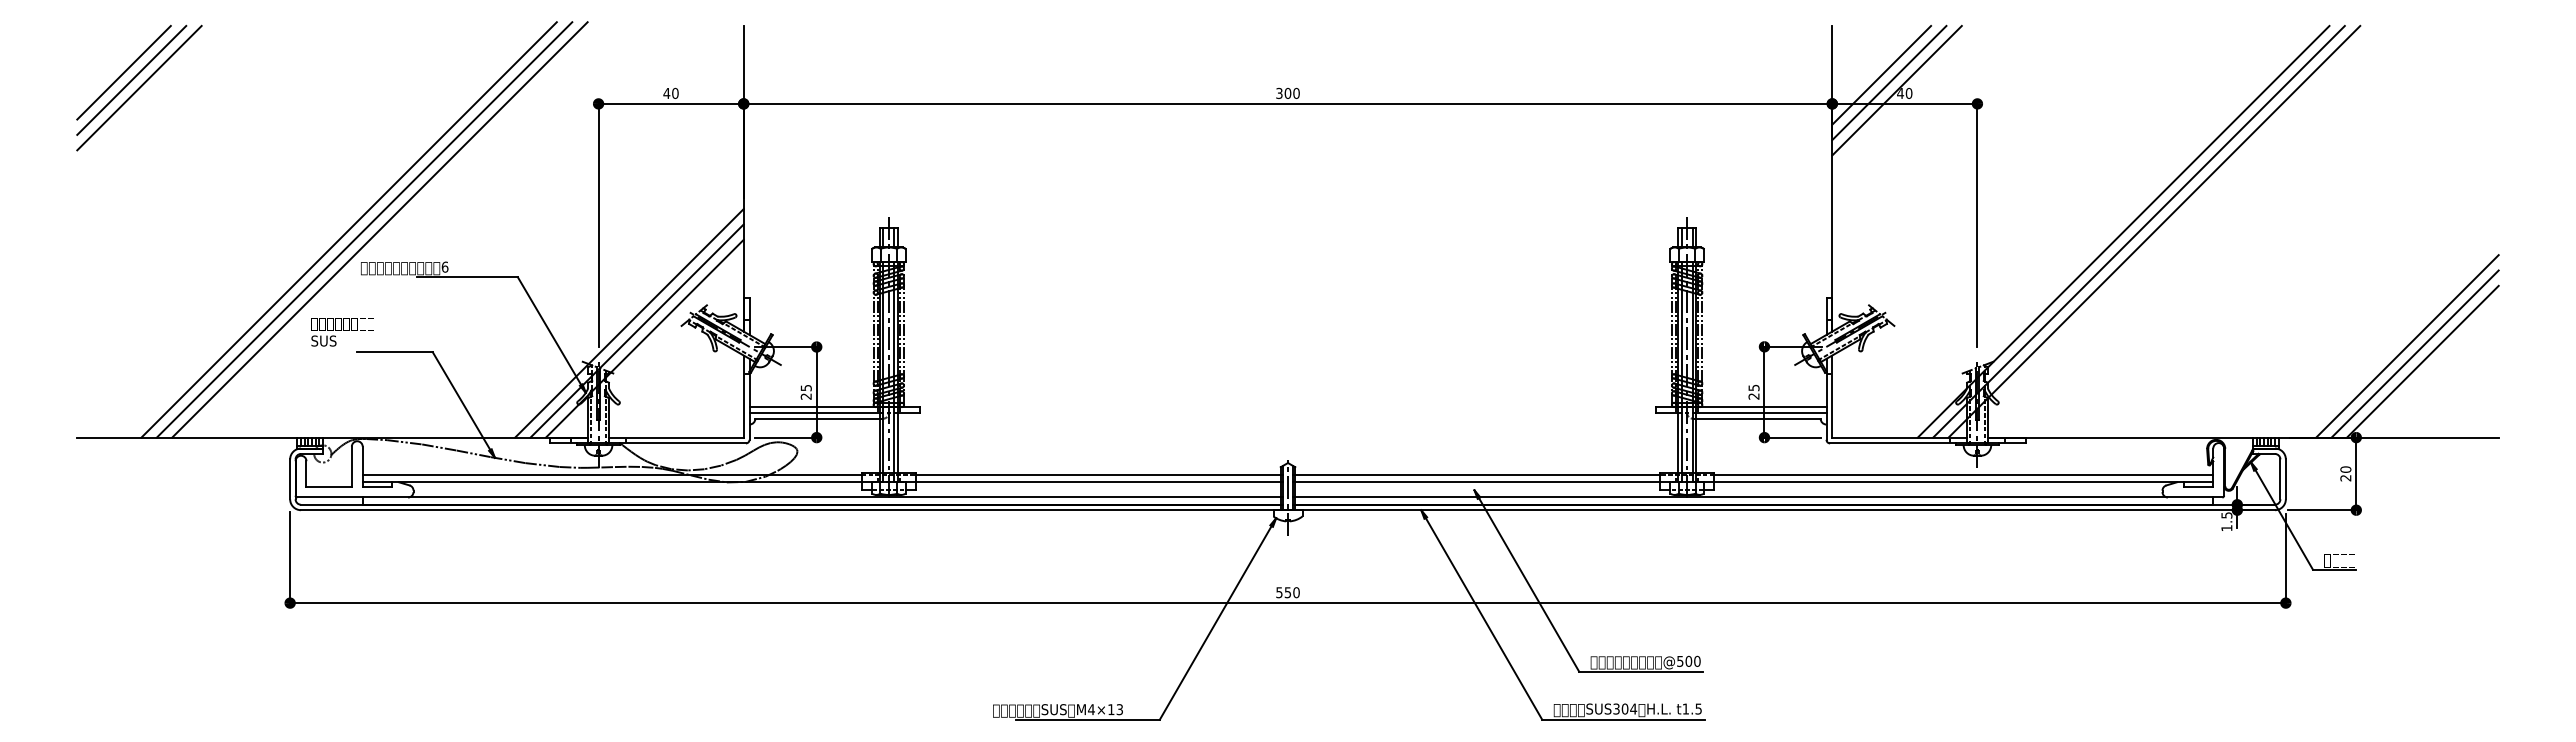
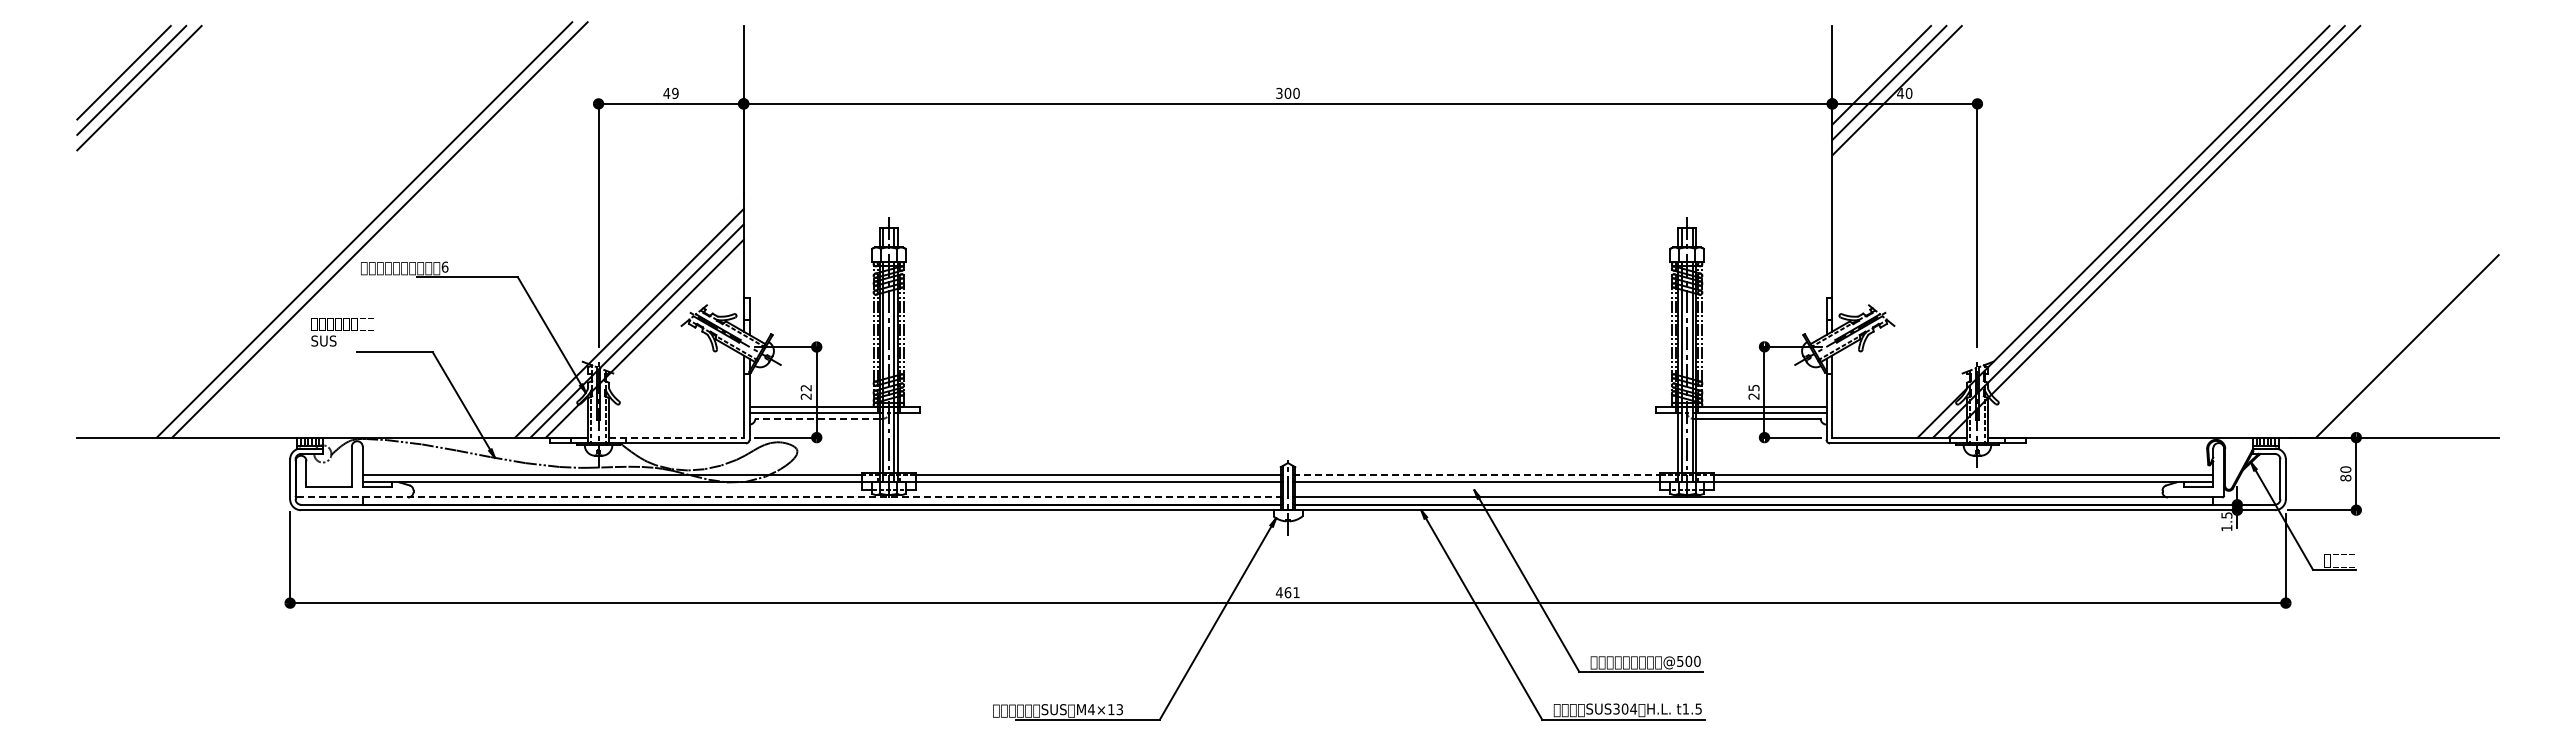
text at (675, 93): 40 -> 49
line at (348, 229): present -> none
line at (2414, 353): present -> none
line at (2422, 361): present -> none
text at (805, 388): 25 -> 22
line at (817, 418): solid -> dashed
line at (676, 437): solid -> dashed
line at (1477, 475): solid -> dashed
text at (2345, 477): 20 -> 80
line at (790, 497): solid -> dashed
text at (1287, 592): 550 -> 461
